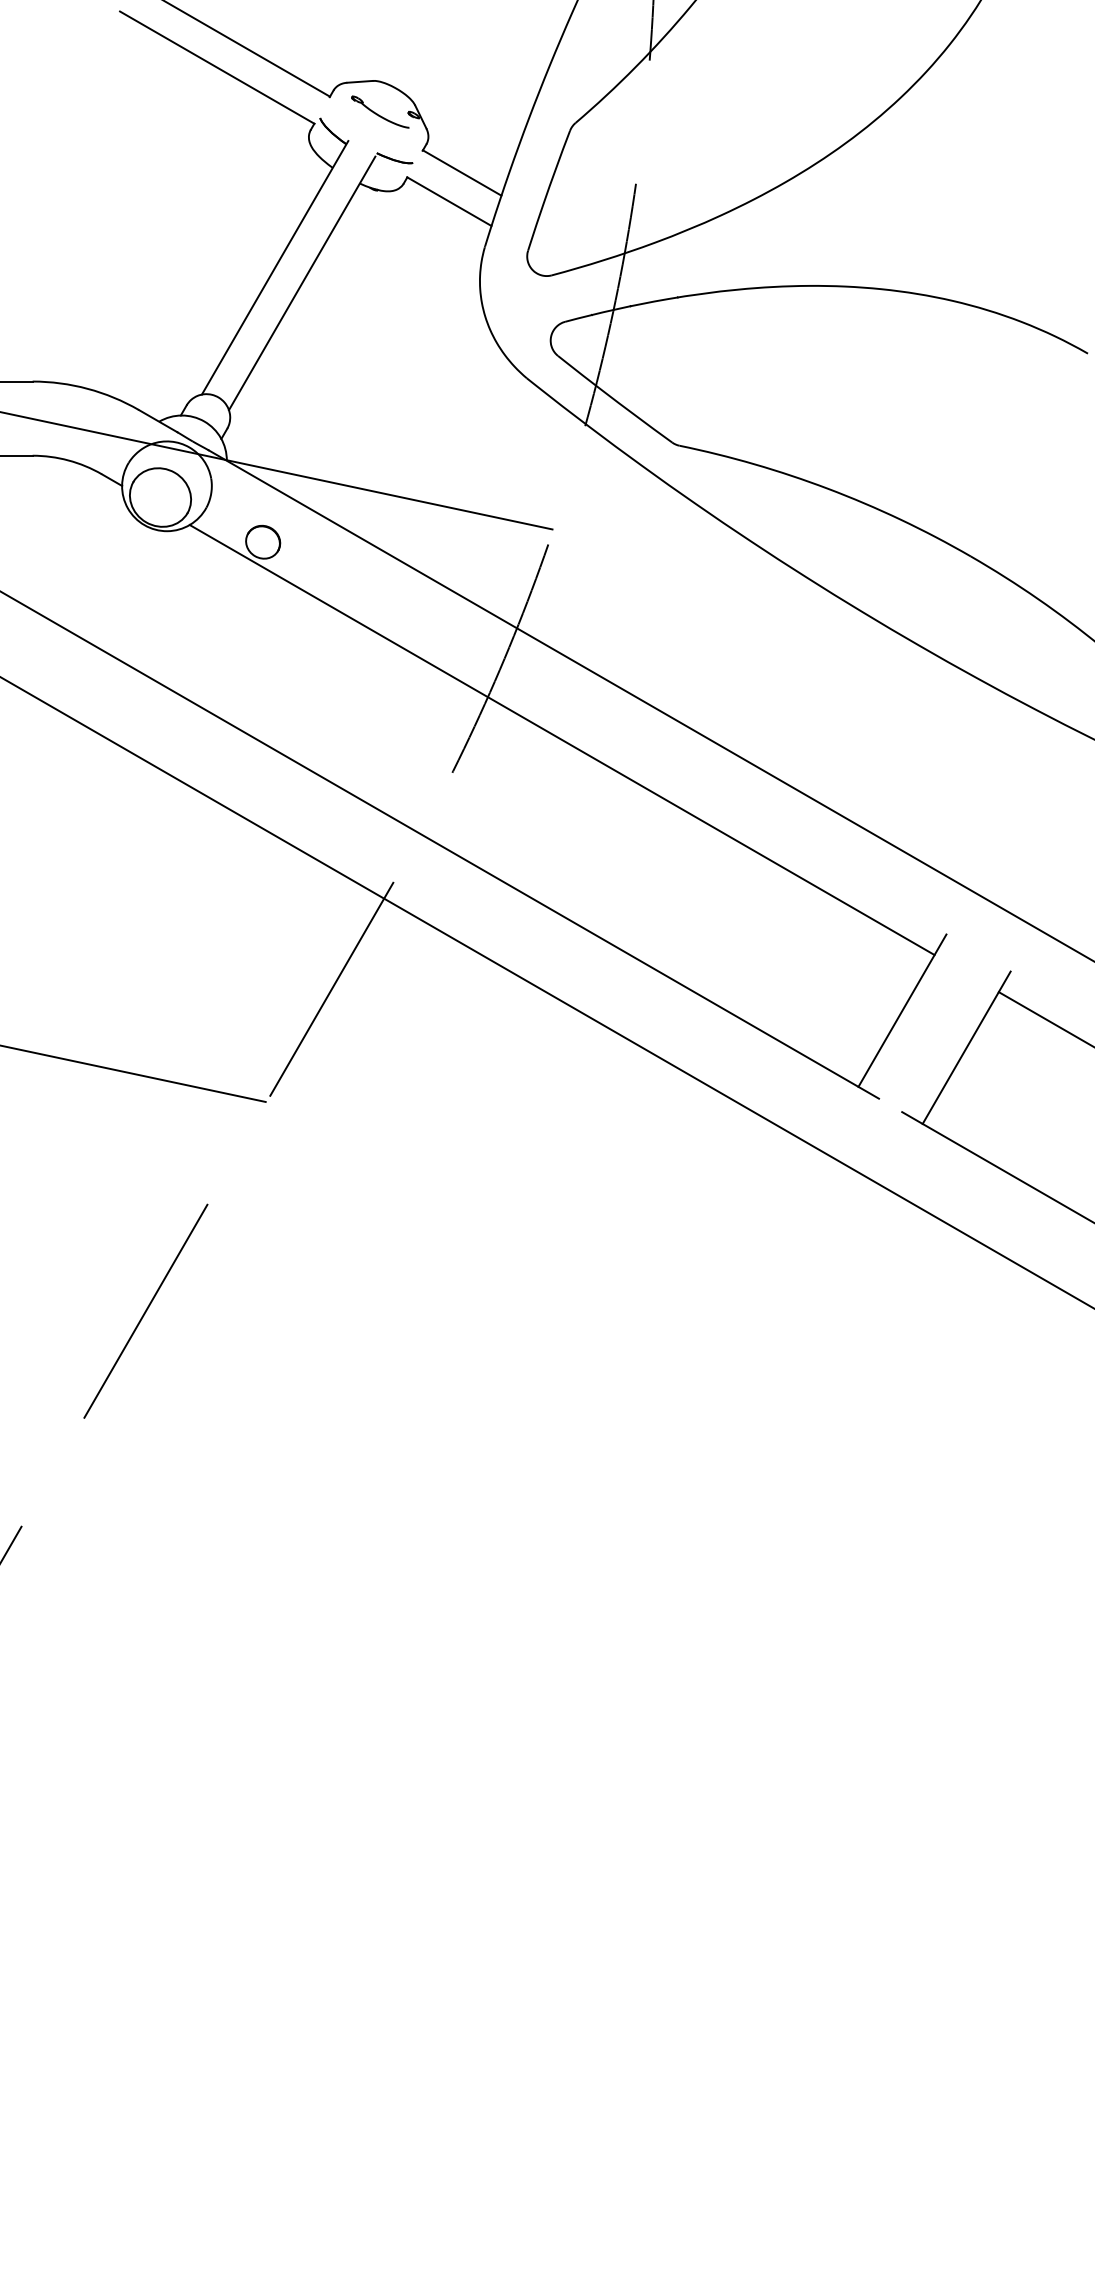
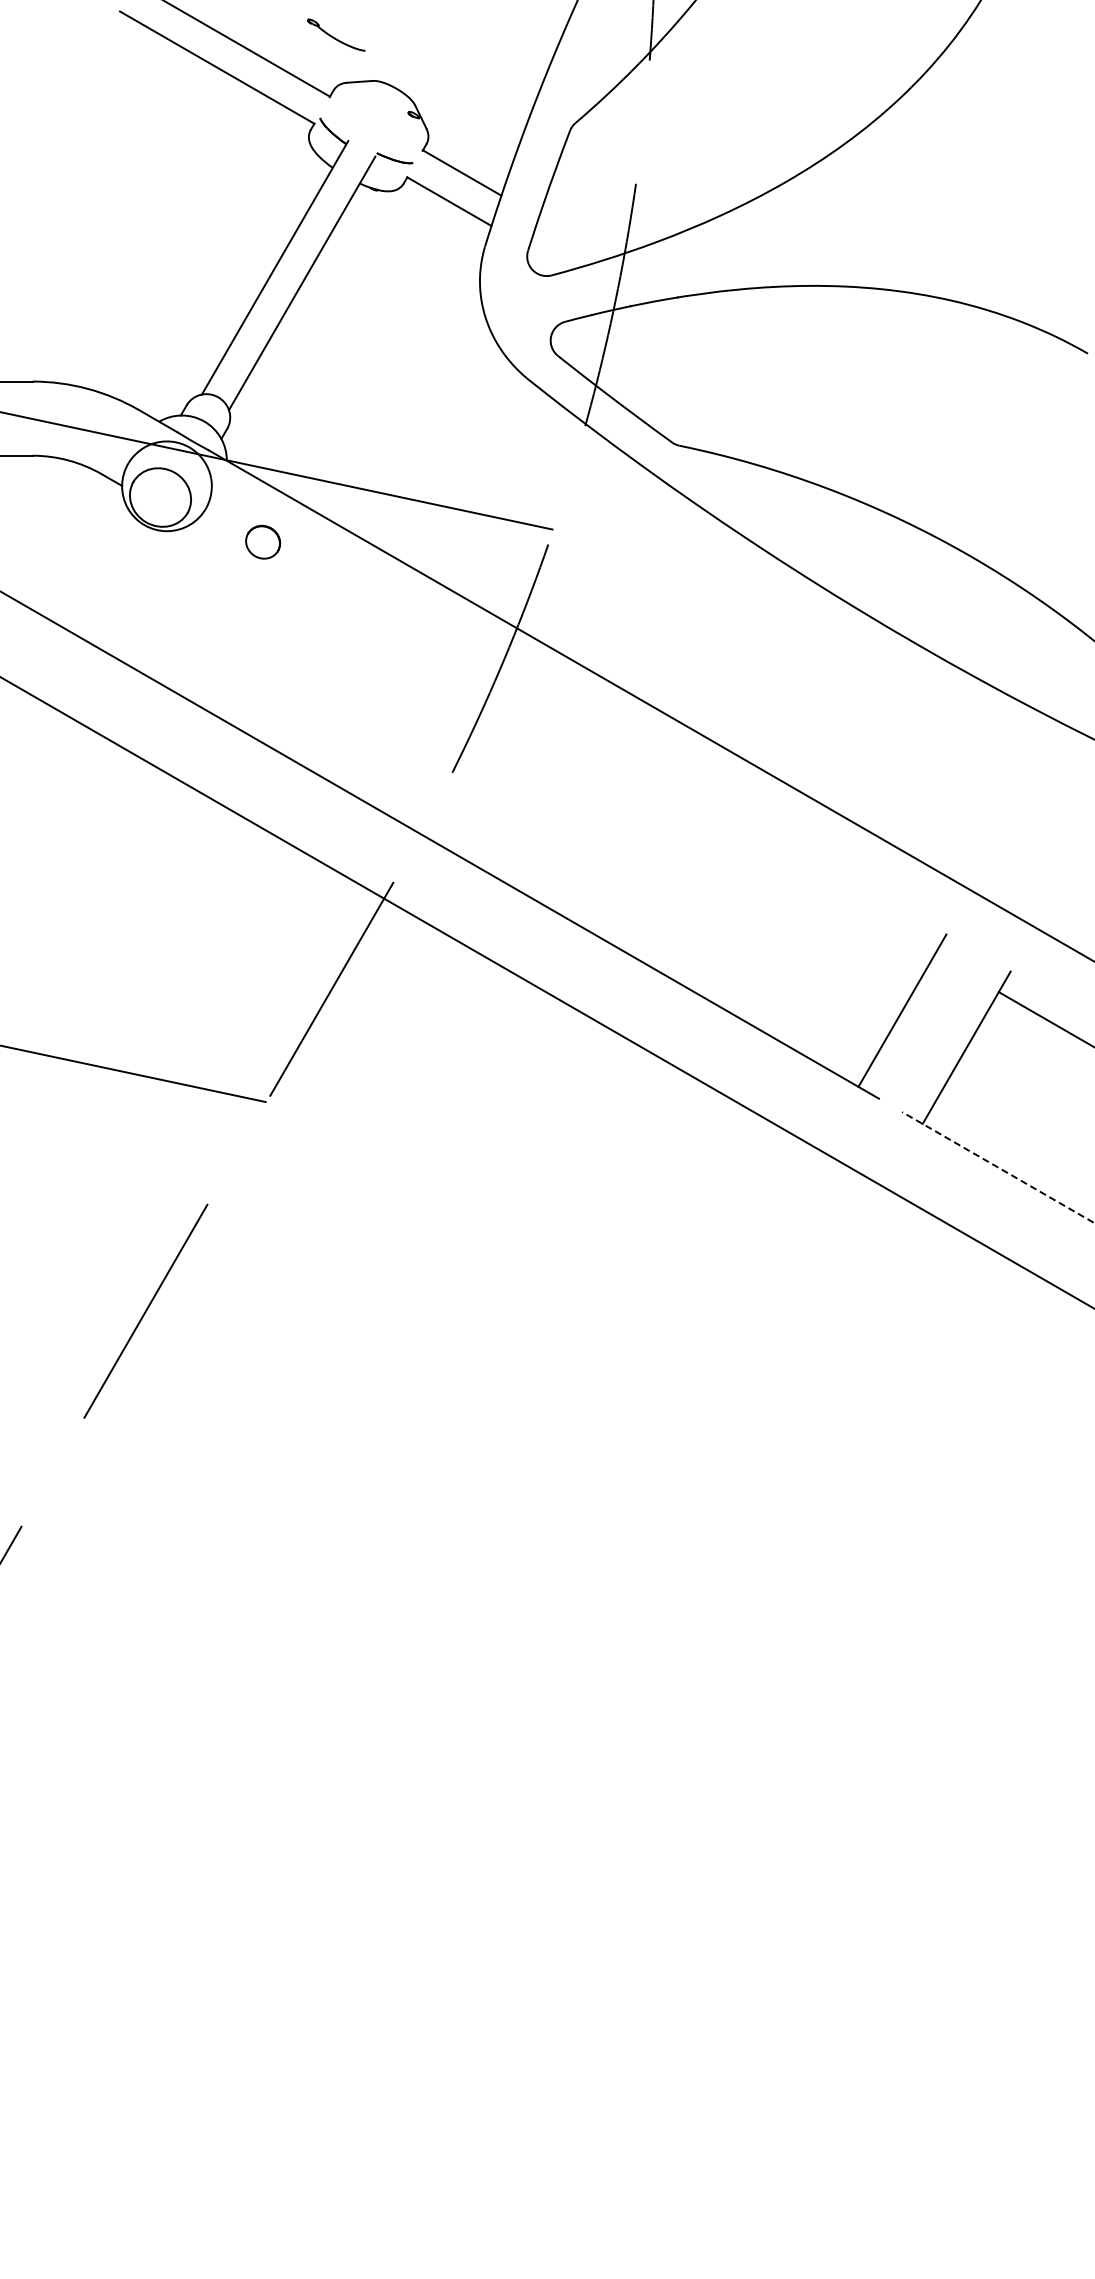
part at (380, 111) position: (380, 111) -> (336, 34)
line at (561, 740): present -> none
line at (998, 1167): solid -> dashed
